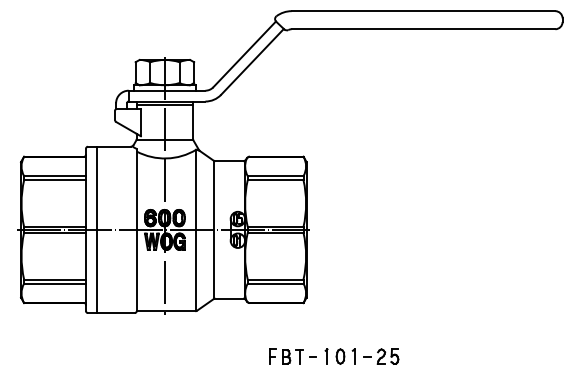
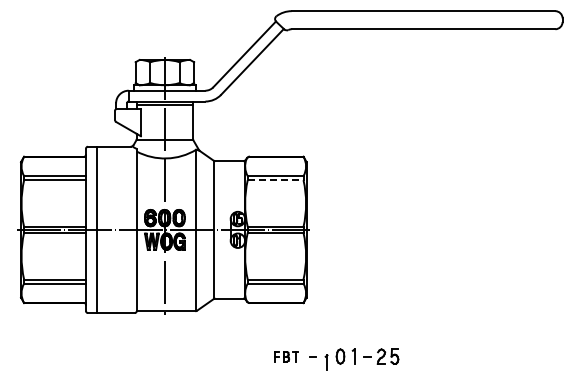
line at (275, 180): solid -> dashed
part at (286, 356) size: 35x17 px -> 25x12 px
part at (326, 356) position: (326, 356) -> (326, 362)
